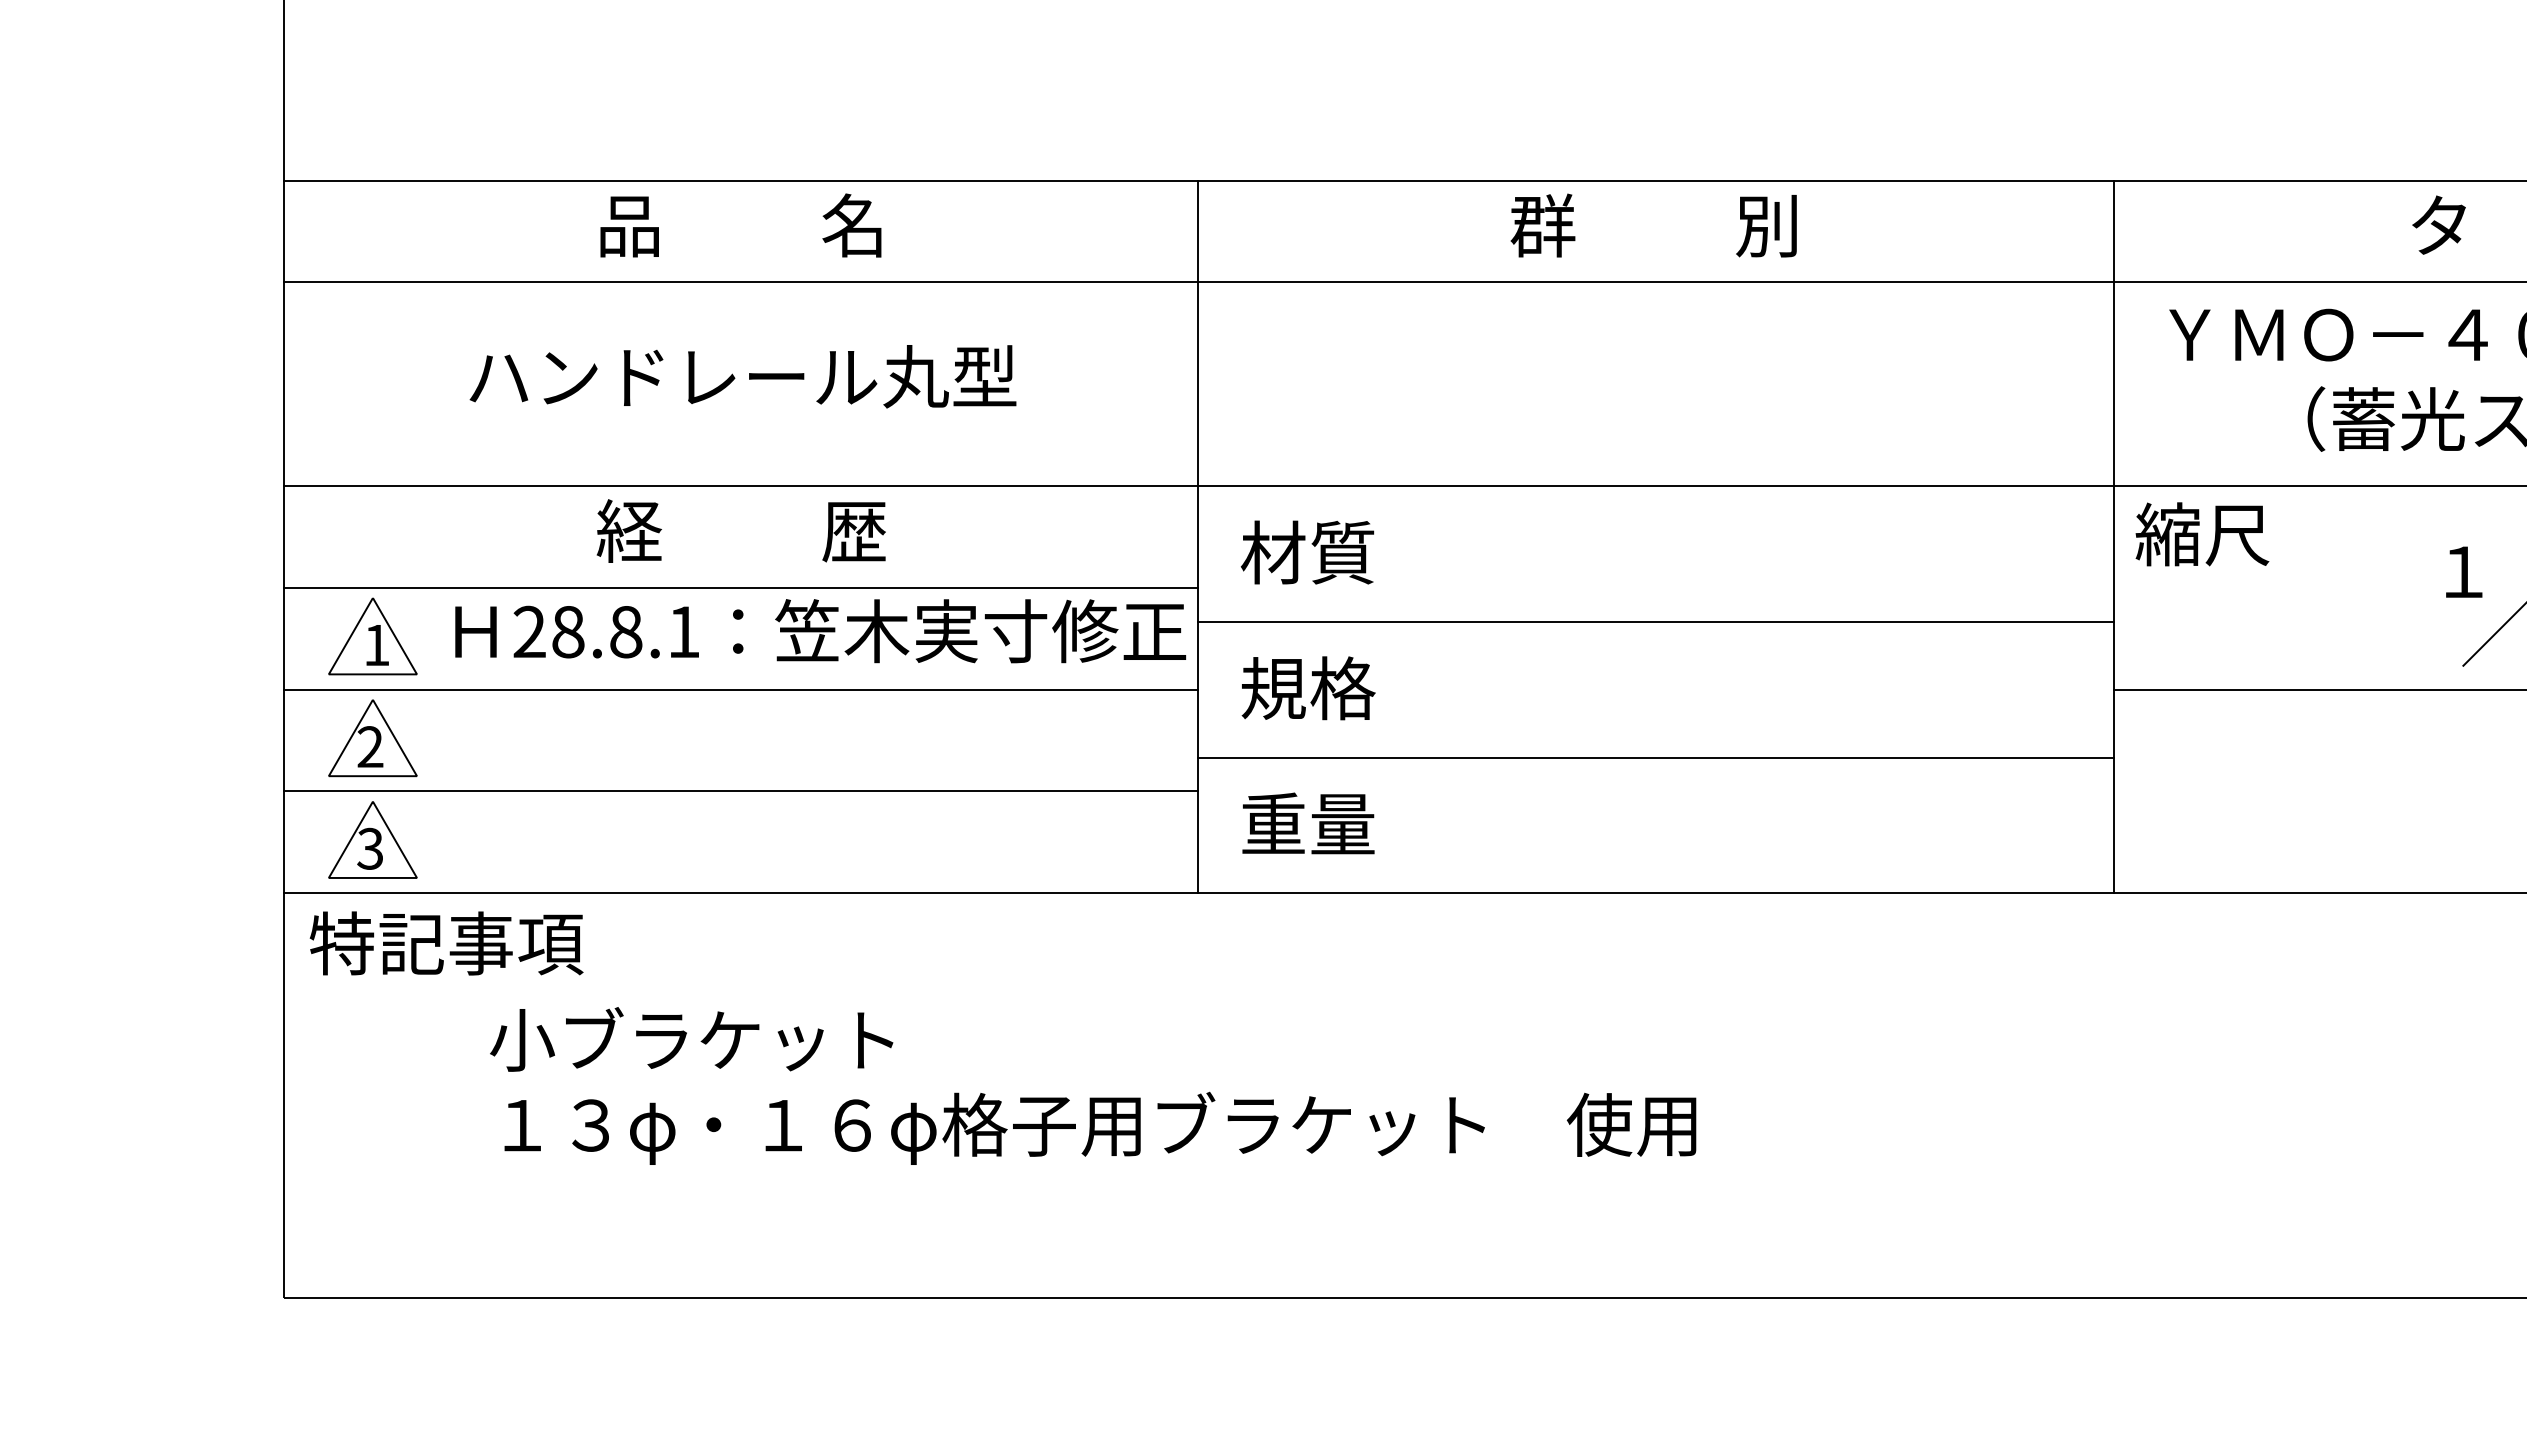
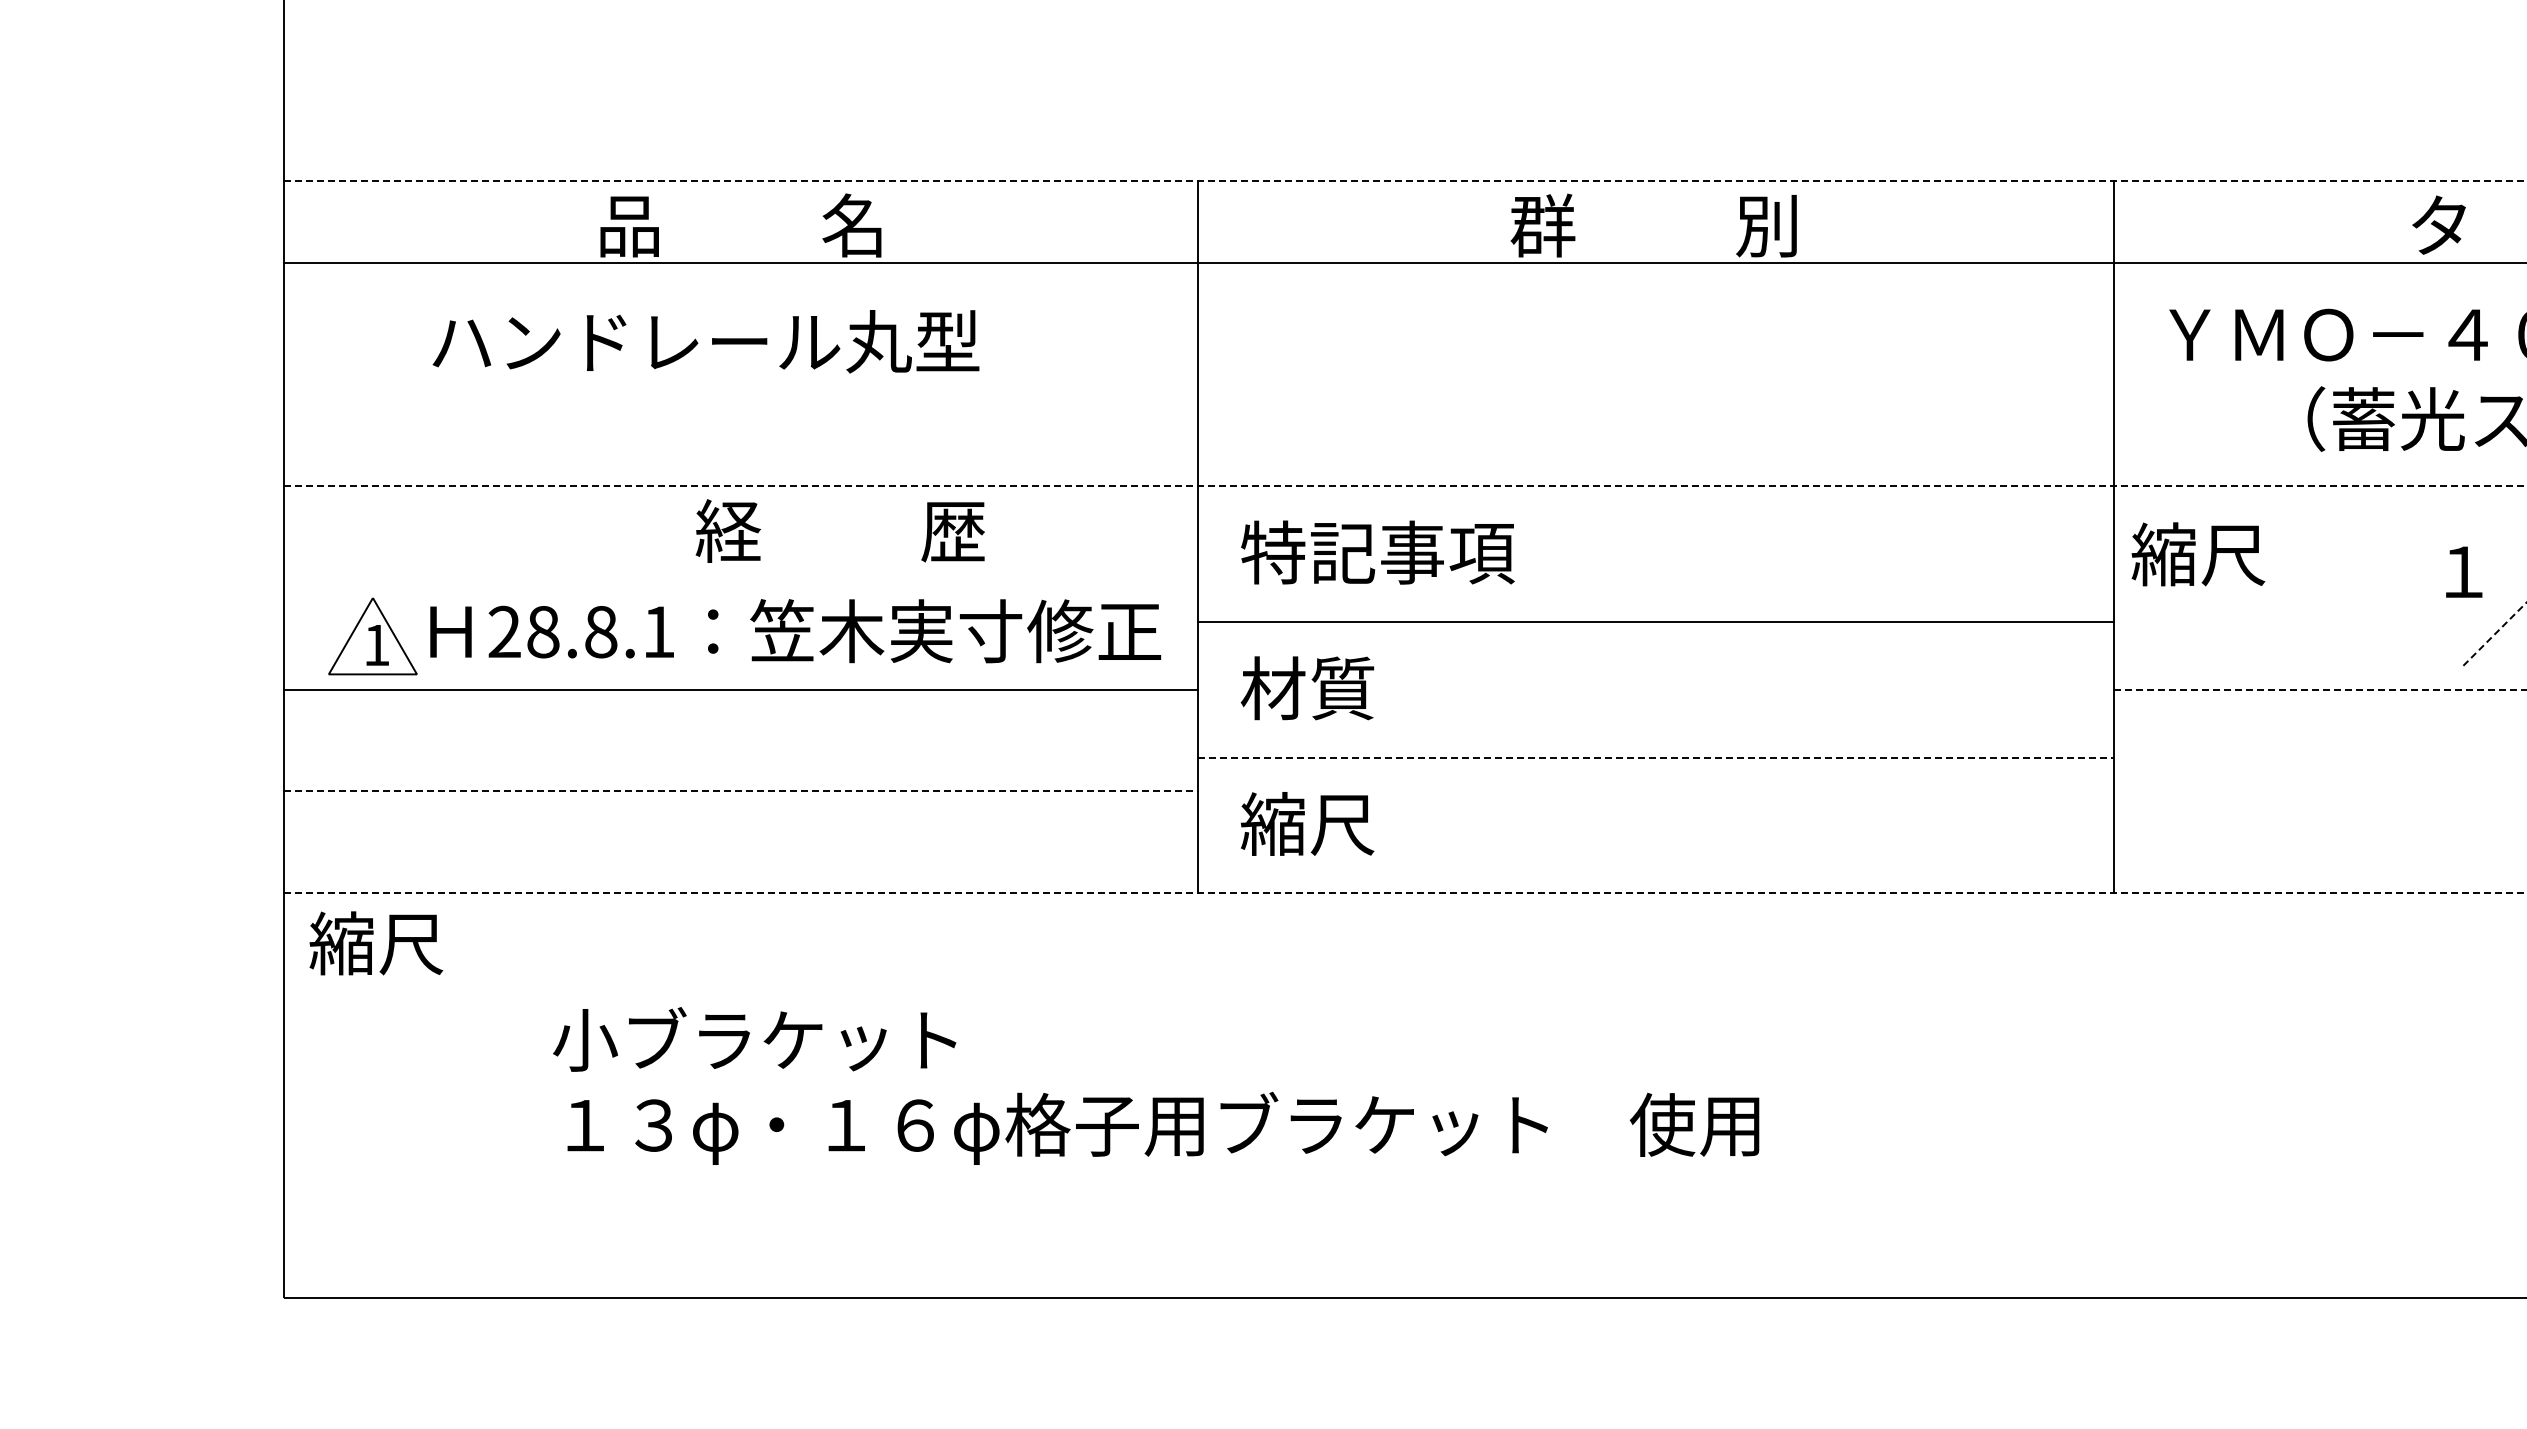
line at (1405, 180): solid -> dashed
line at (1403, 282) position: (1403, 282) -> (1403, 263)
text at (742, 376) position: (742, 376) -> (705, 341)
line at (1405, 486): solid -> dashed
text at (740, 530) position: (740, 530) -> (839, 530)
text at (2202, 534) position: (2202, 534) -> (2198, 554)
text at (1377, 552): 材質 -> 特記事項
line at (740, 587): present -> none
text at (820, 631) position: (820, 631) -> (795, 631)
line at (2495, 634): solid -> dashed
text at (1307, 688): 規格 -> 材質
line at (2320, 689): solid -> dashed
part at (372, 738): present -> none
line at (1656, 757): solid -> dashed
line at (740, 791): solid -> dashed
text at (1307, 823): 重量 -> 縮尺
part at (372, 839): present -> none
line at (1405, 893): solid -> dashed
text at (446, 943): 特記事項 -> 縮尺
text at (1093, 1085) position: (1093, 1085) -> (1156, 1085)
